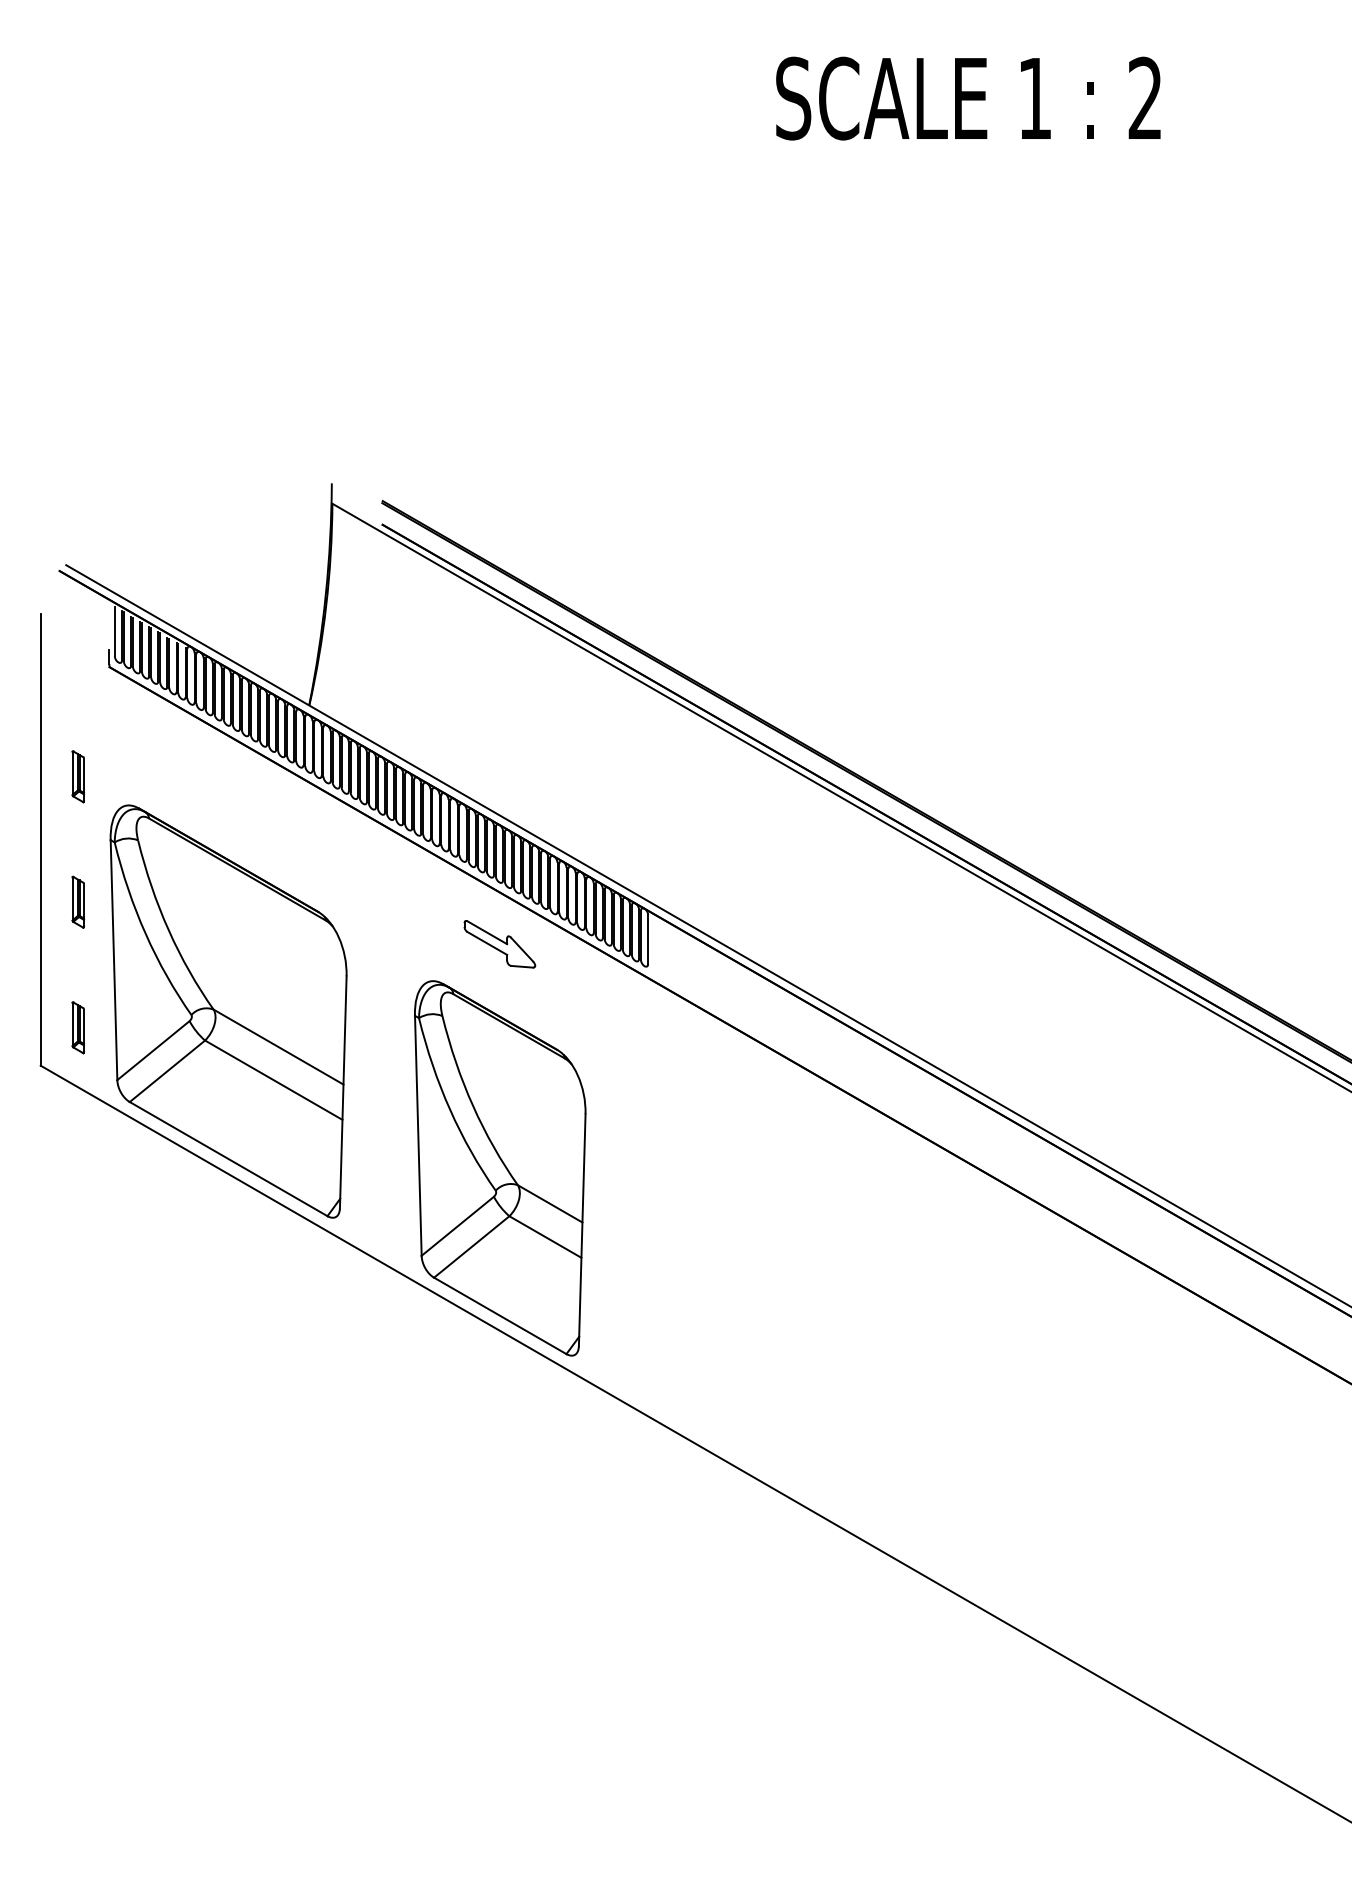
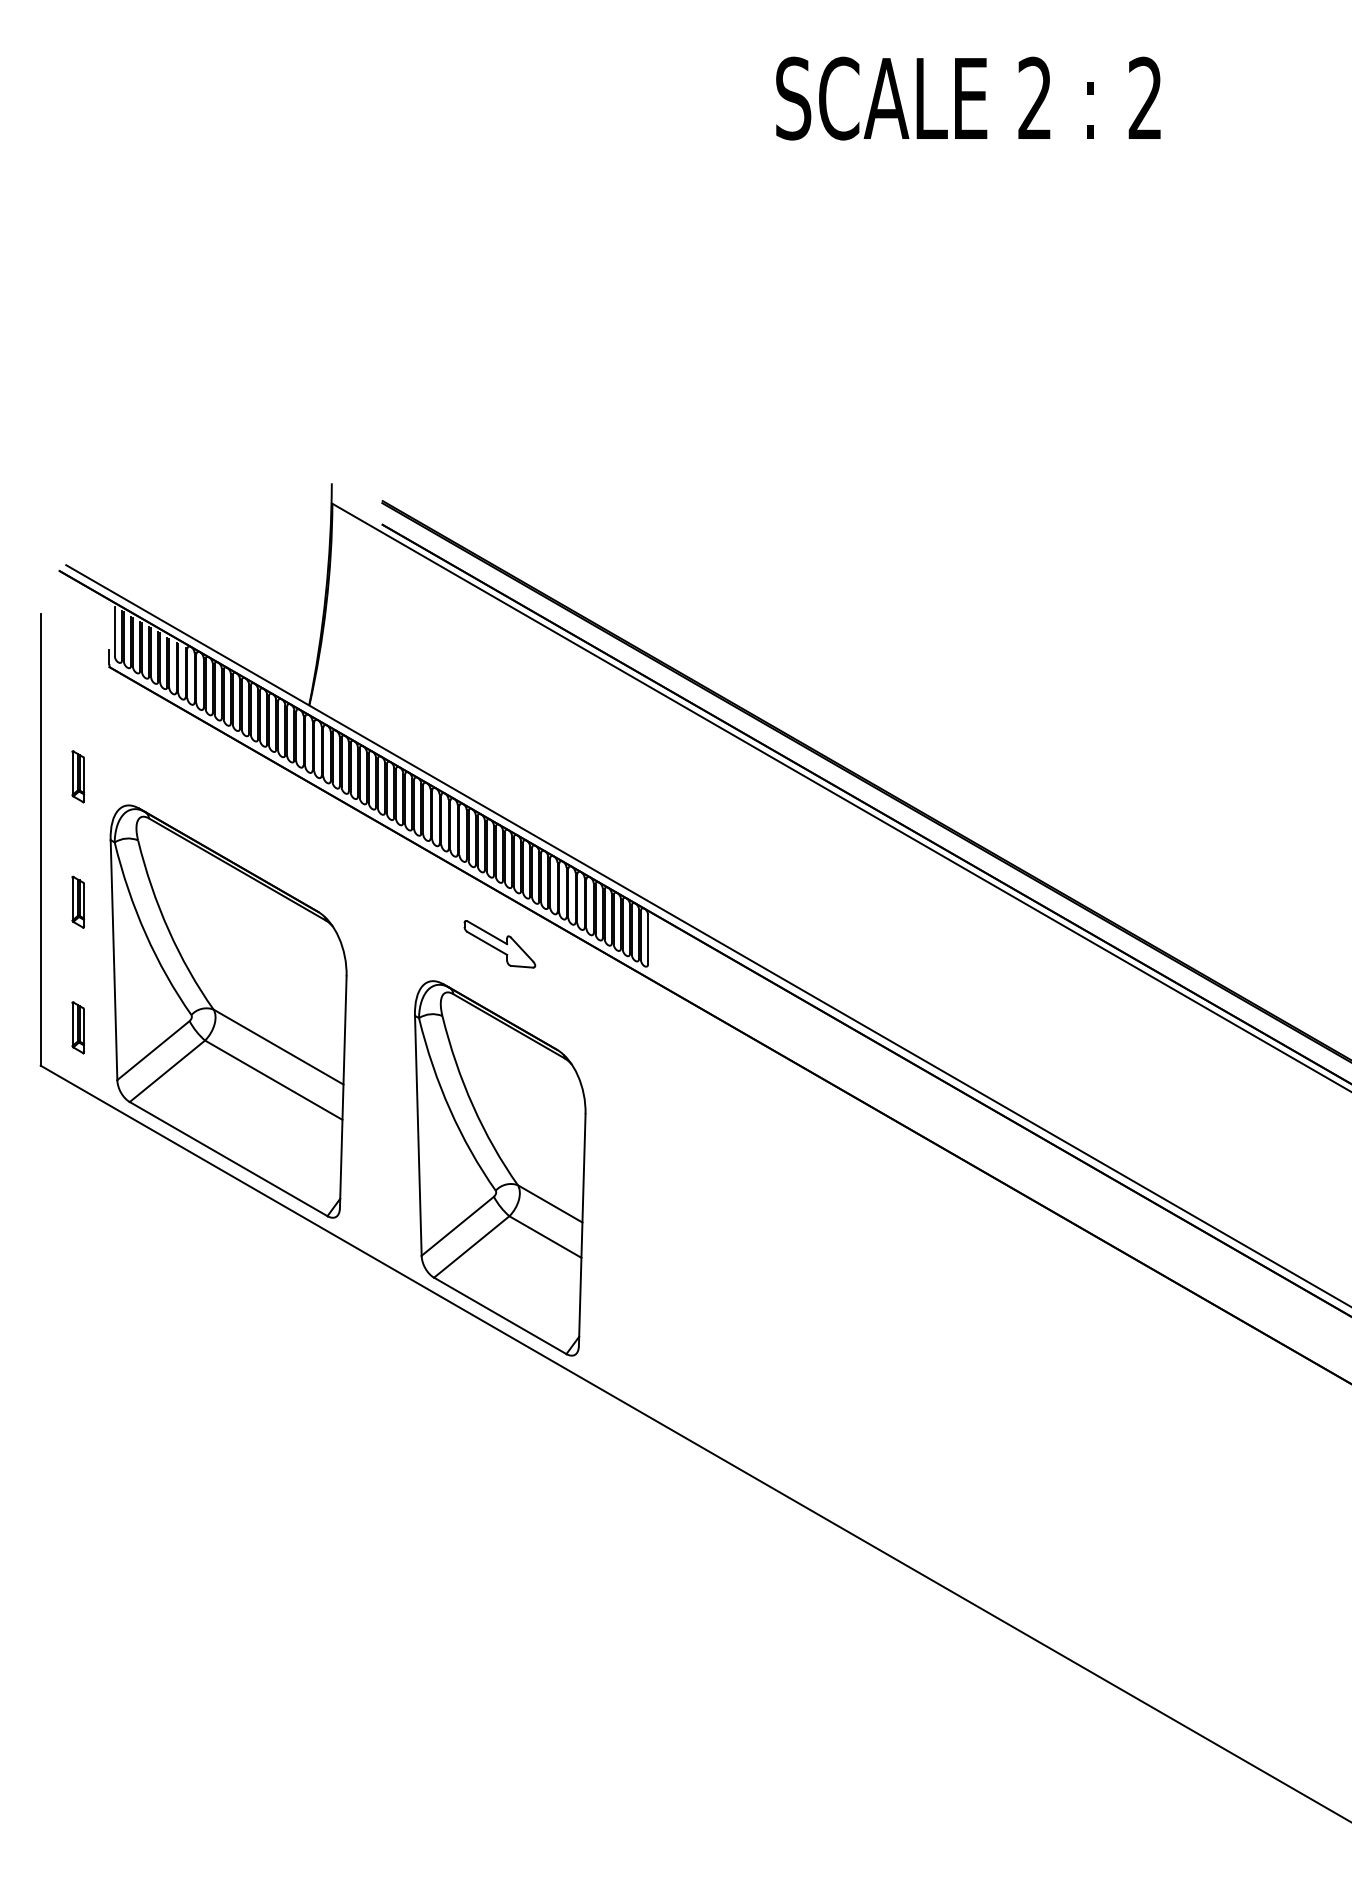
text at (1034, 97): 1 -> 2
